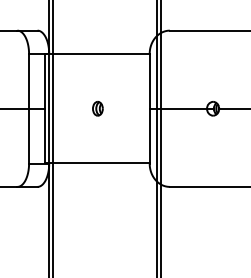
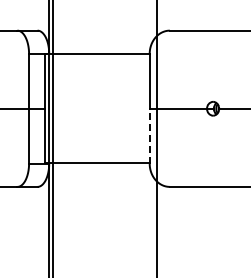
part at (97, 108): present -> none
line at (149, 135): solid -> dashed
line at (161, 138): present -> none
